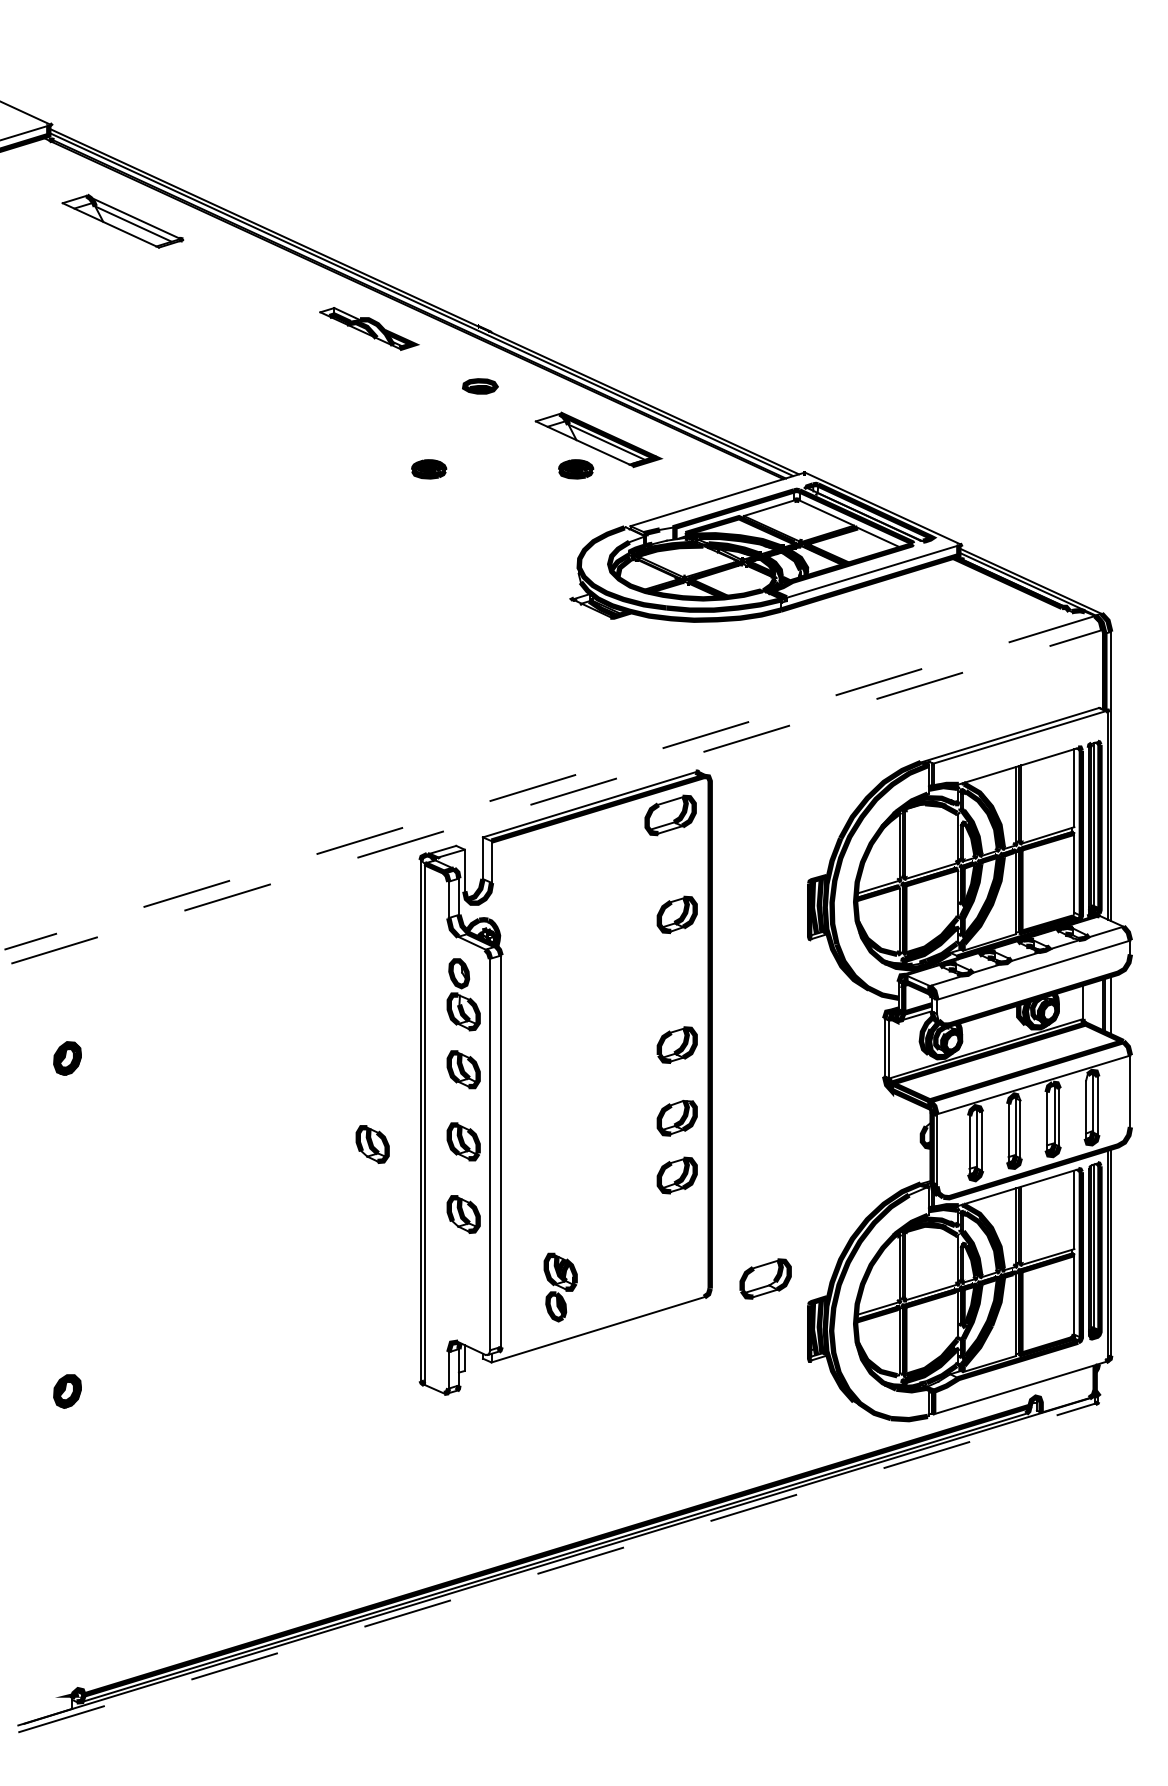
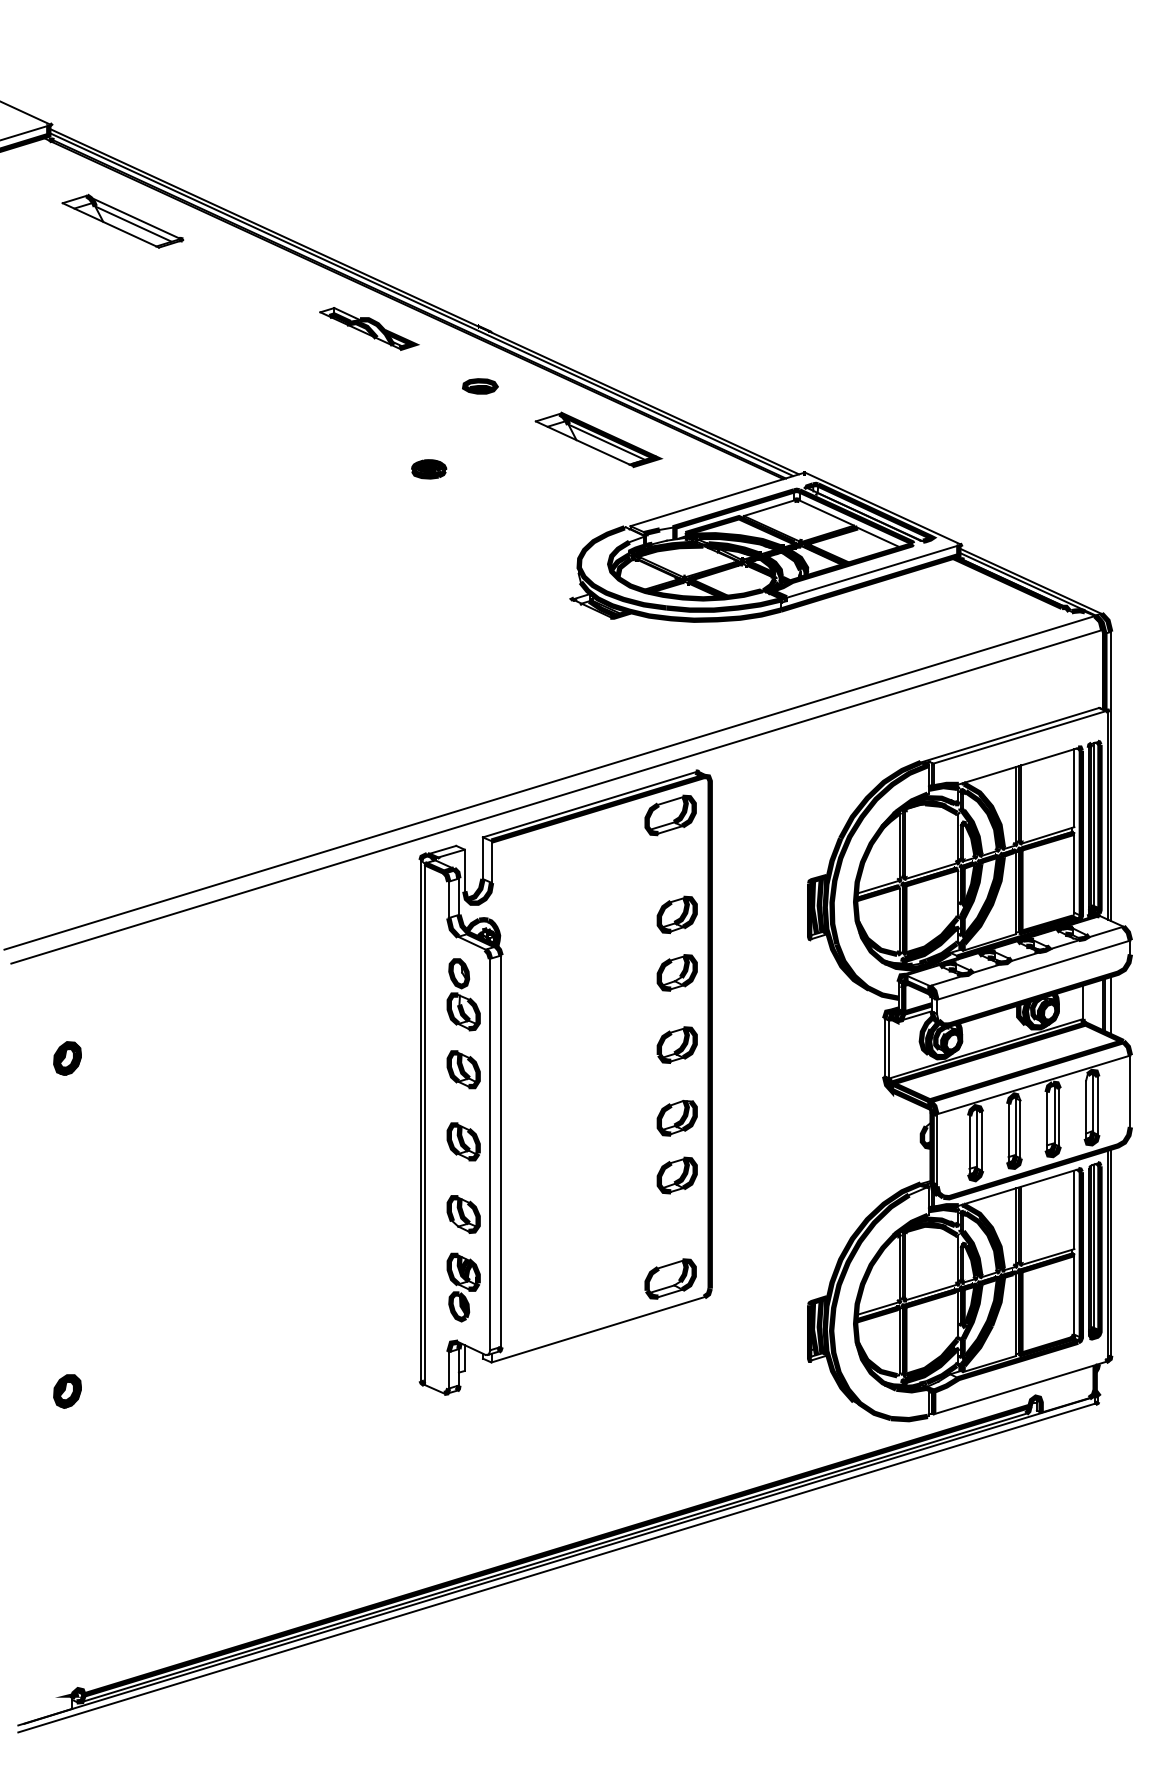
part at (576, 469): present -> none
line at (549, 782): dashed -> solid
line at (557, 796): dashed -> solid
part at (676, 972): none -> present
part at (372, 1144): present -> none
part at (765, 1278) position: (765, 1278) -> (670, 1278)
part at (560, 1287) position: (560, 1287) -> (463, 1287)
line at (556, 1568): dashed -> solid
